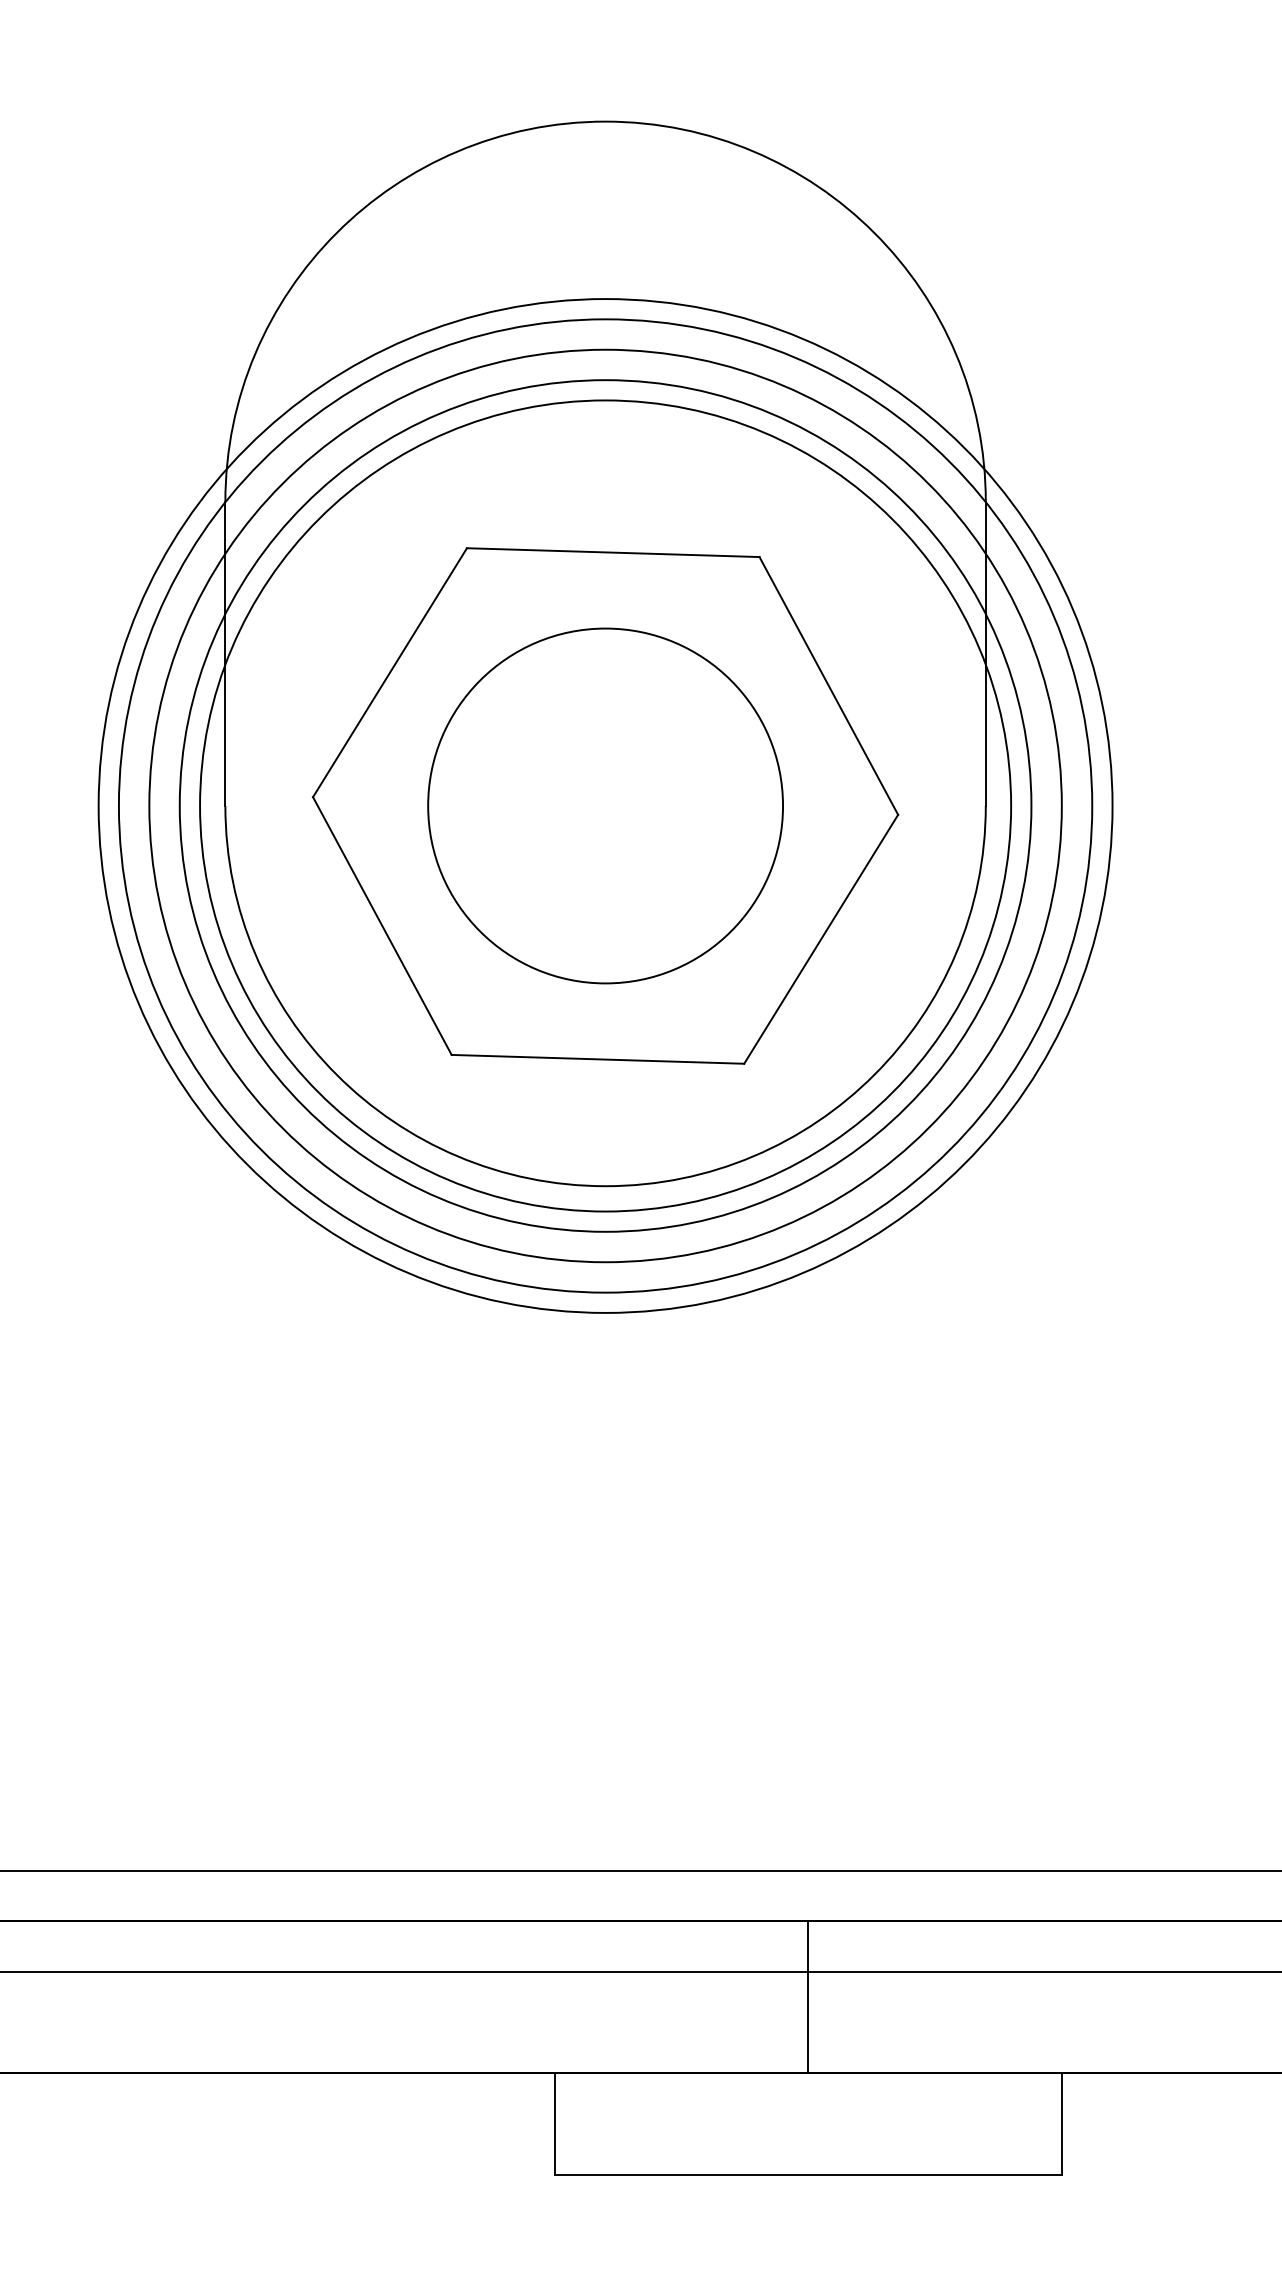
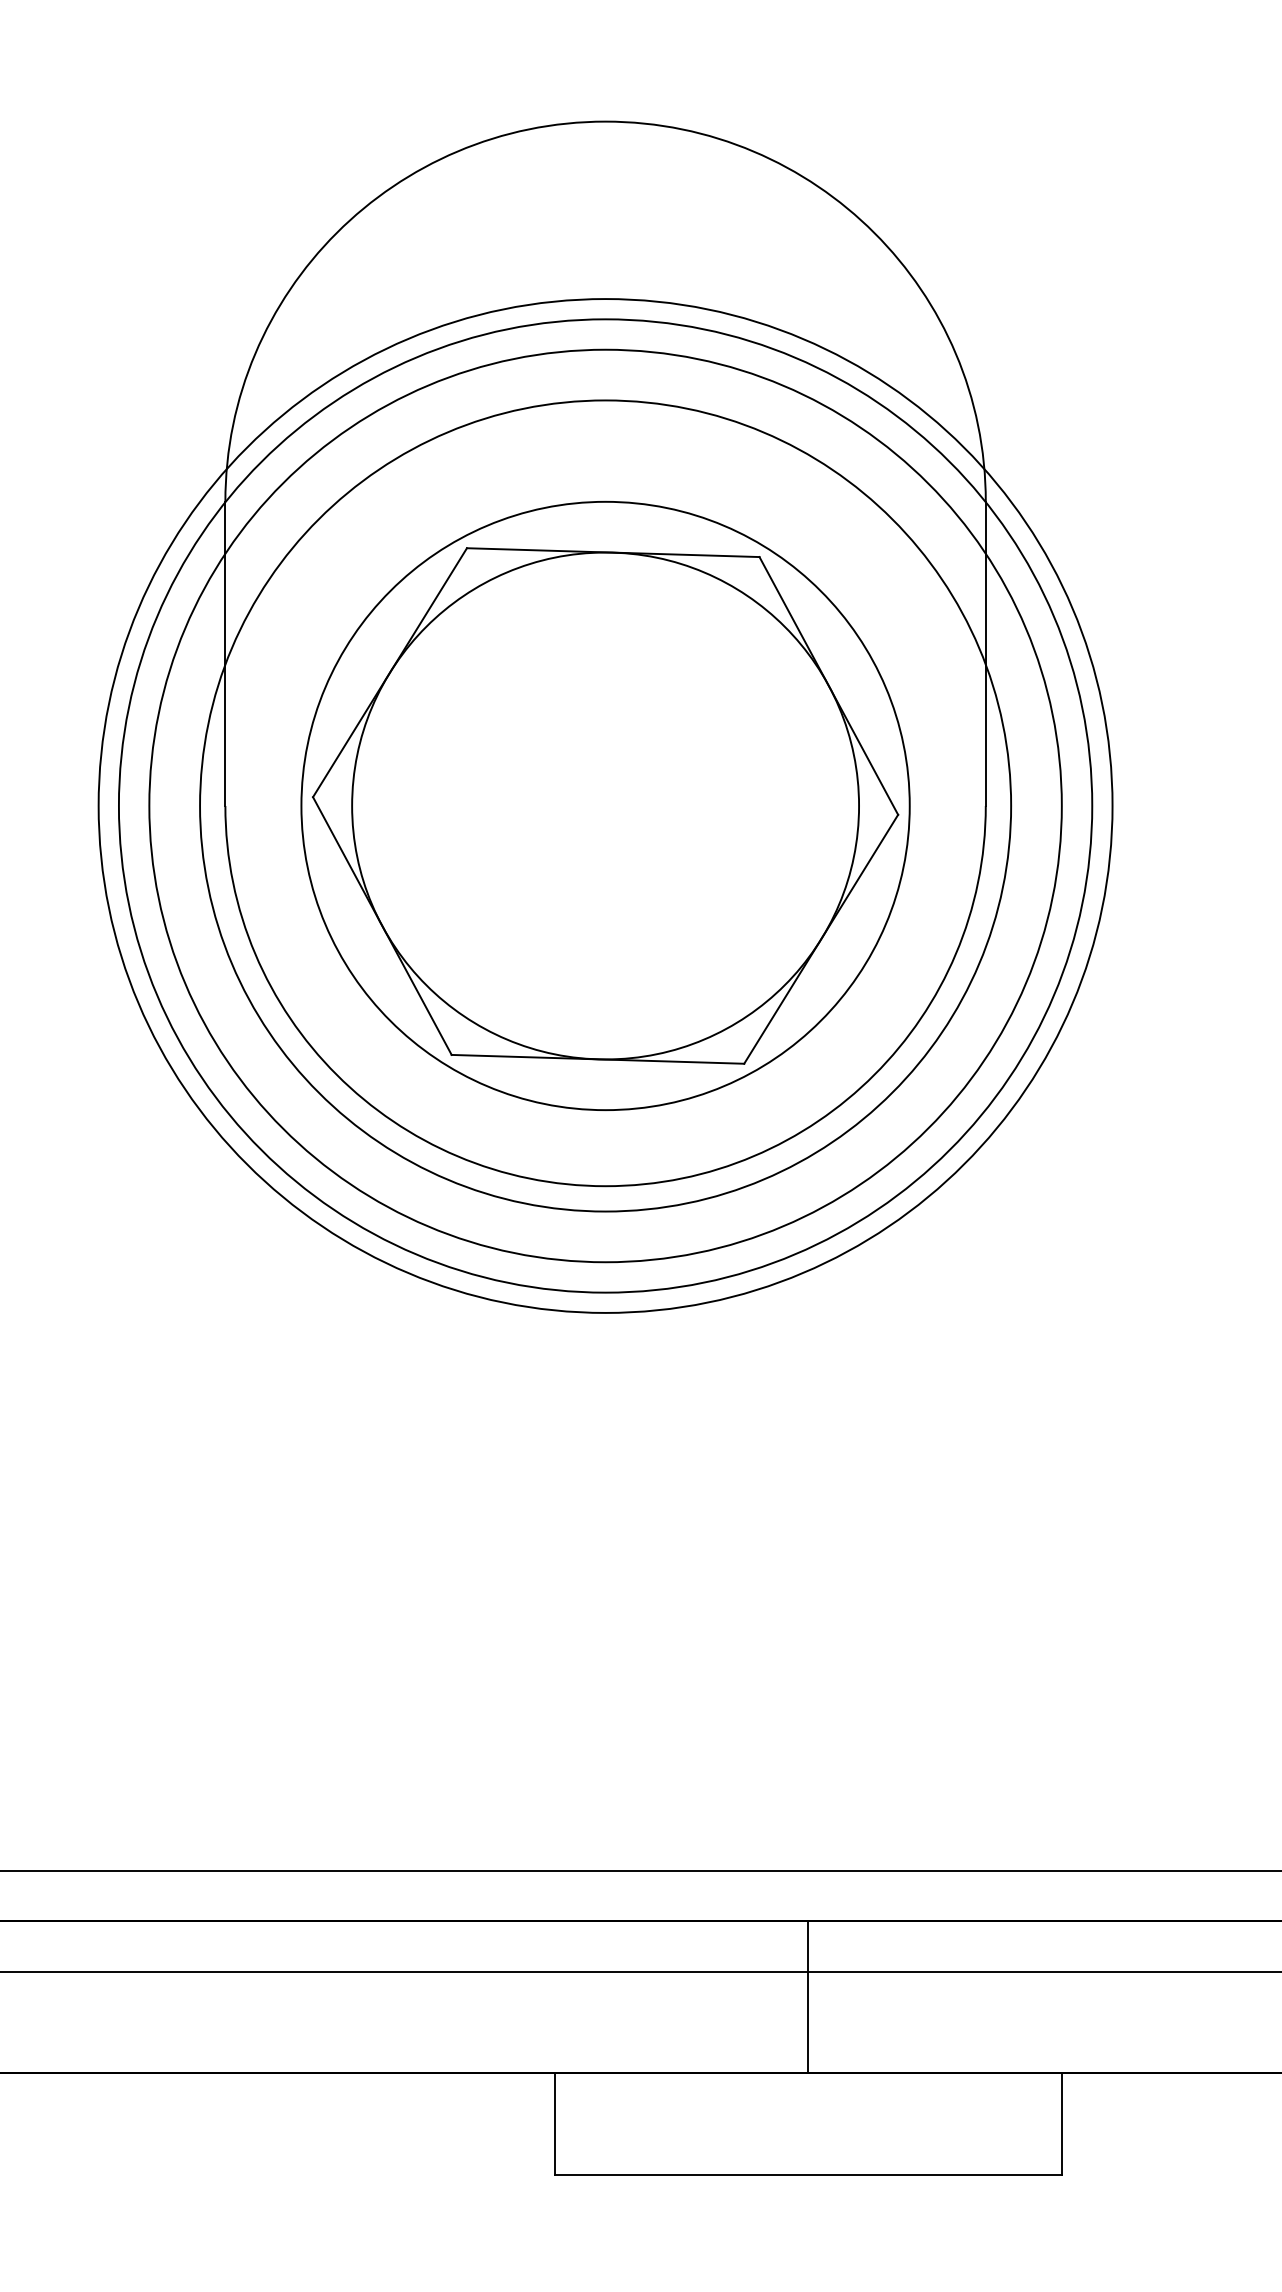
circle at (605, 805) diameter: 355 px -> 507 px
circle at (605, 805) diameter: 852 px -> 608 px
